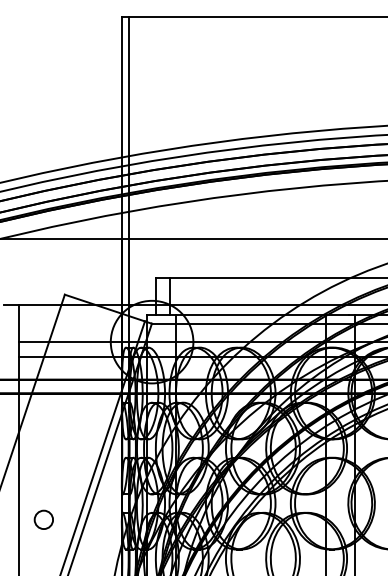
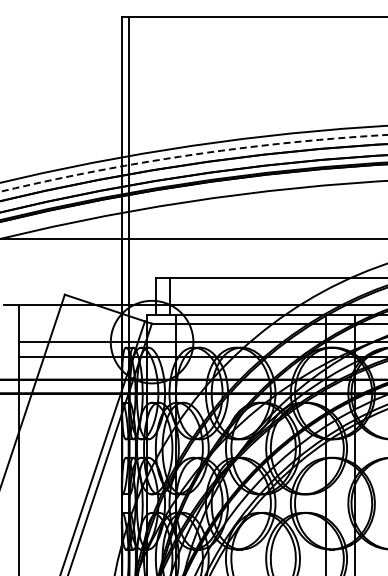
circle at (193, 162): solid -> dashed
circle at (43, 519): present -> none
